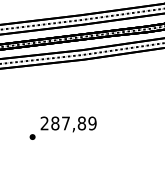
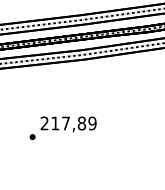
text at (55, 123): 287,89 -> 217,89
